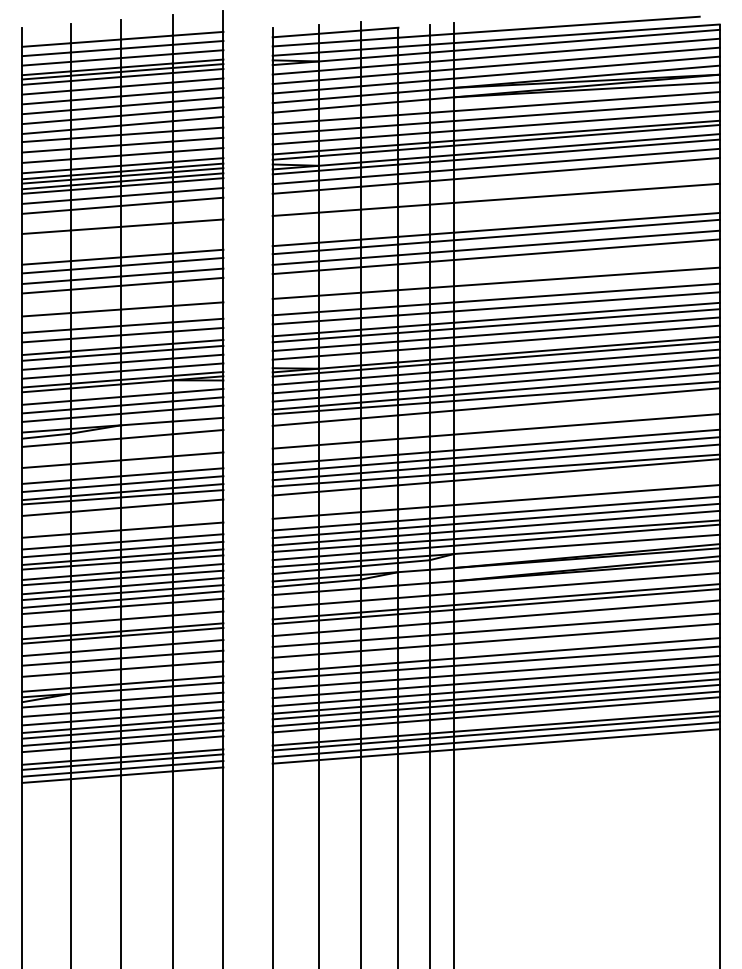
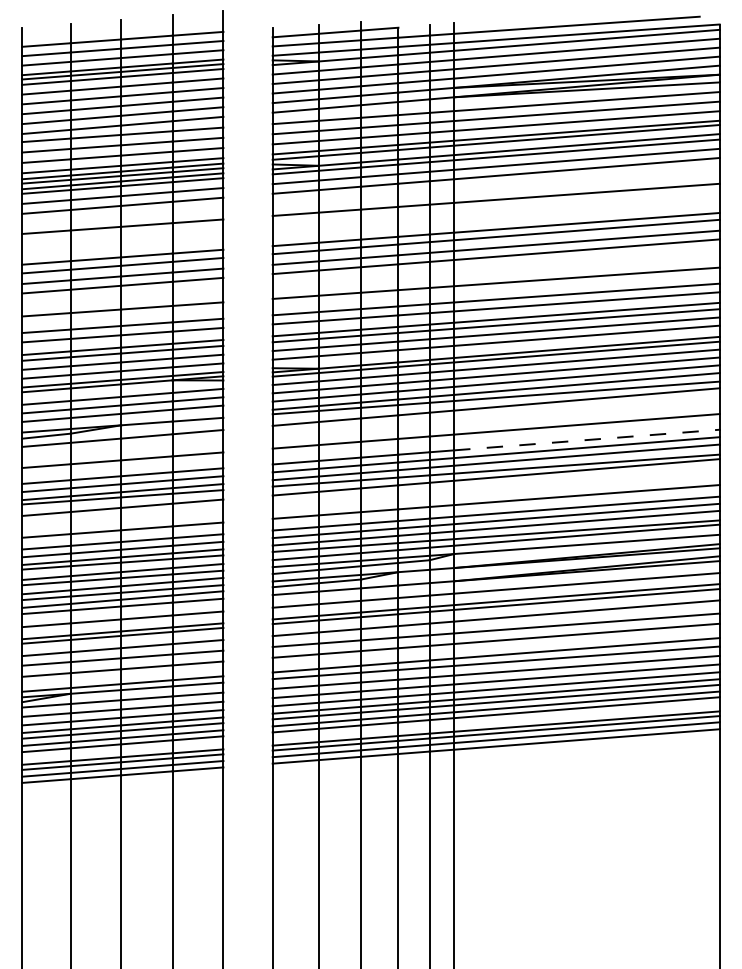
line at (587, 440): solid -> dashed
